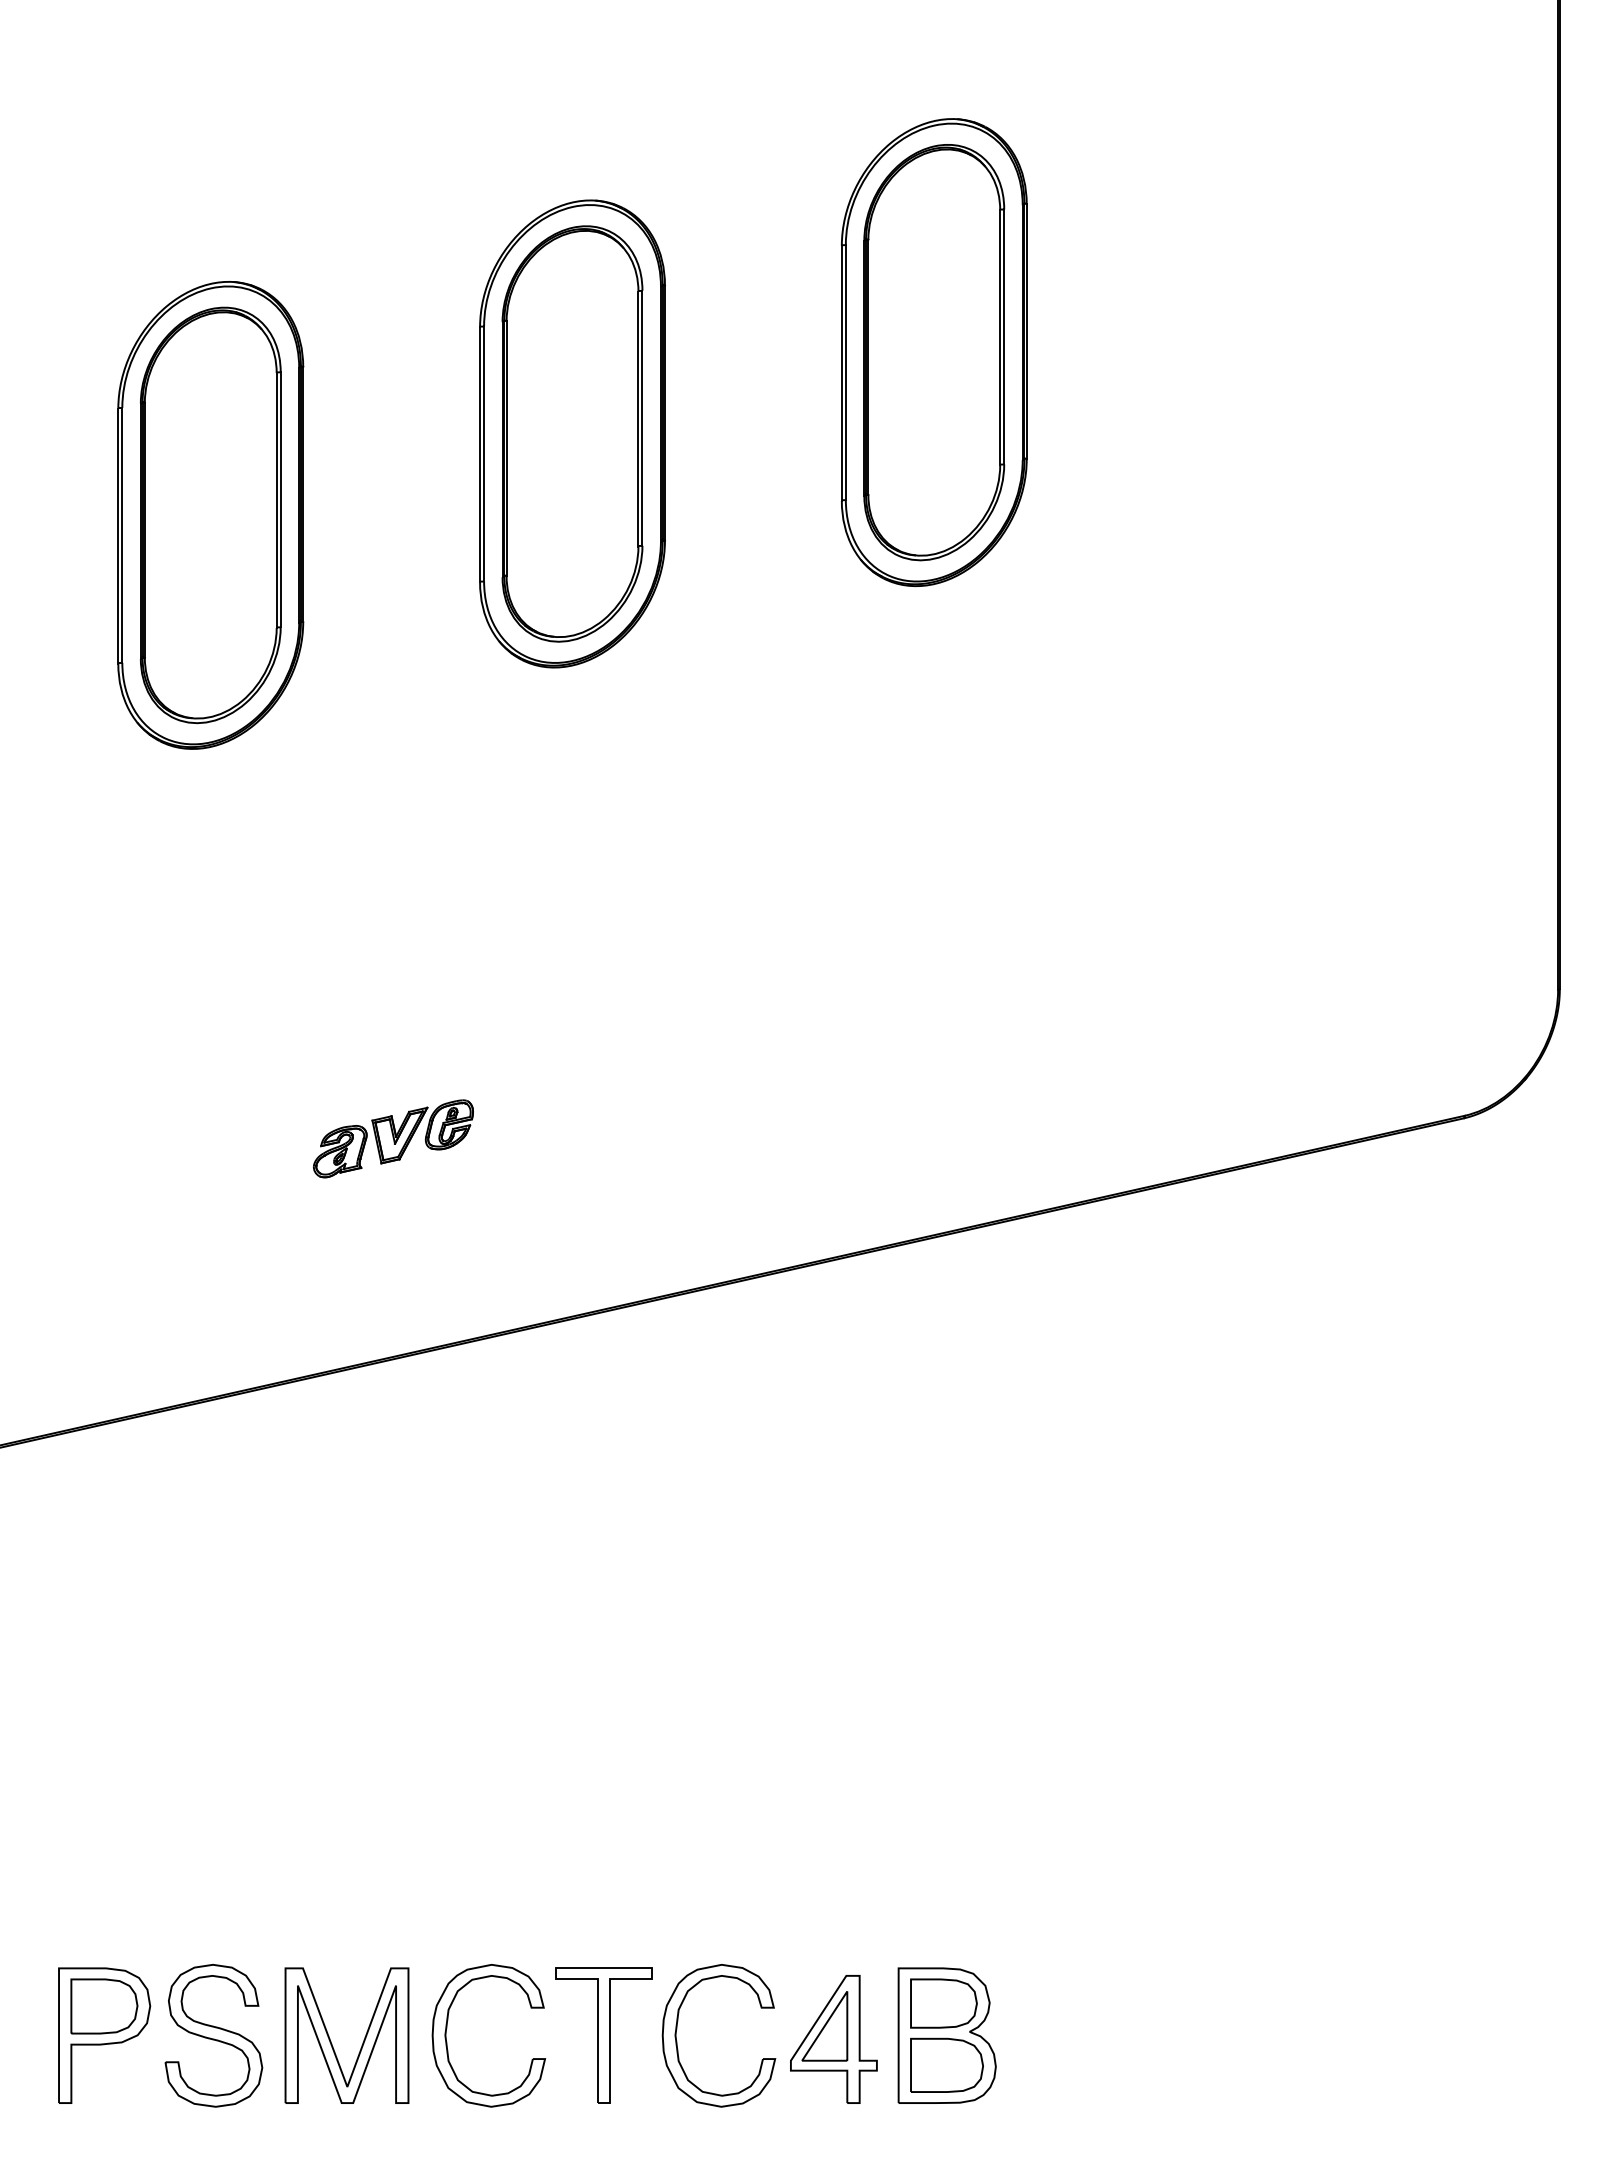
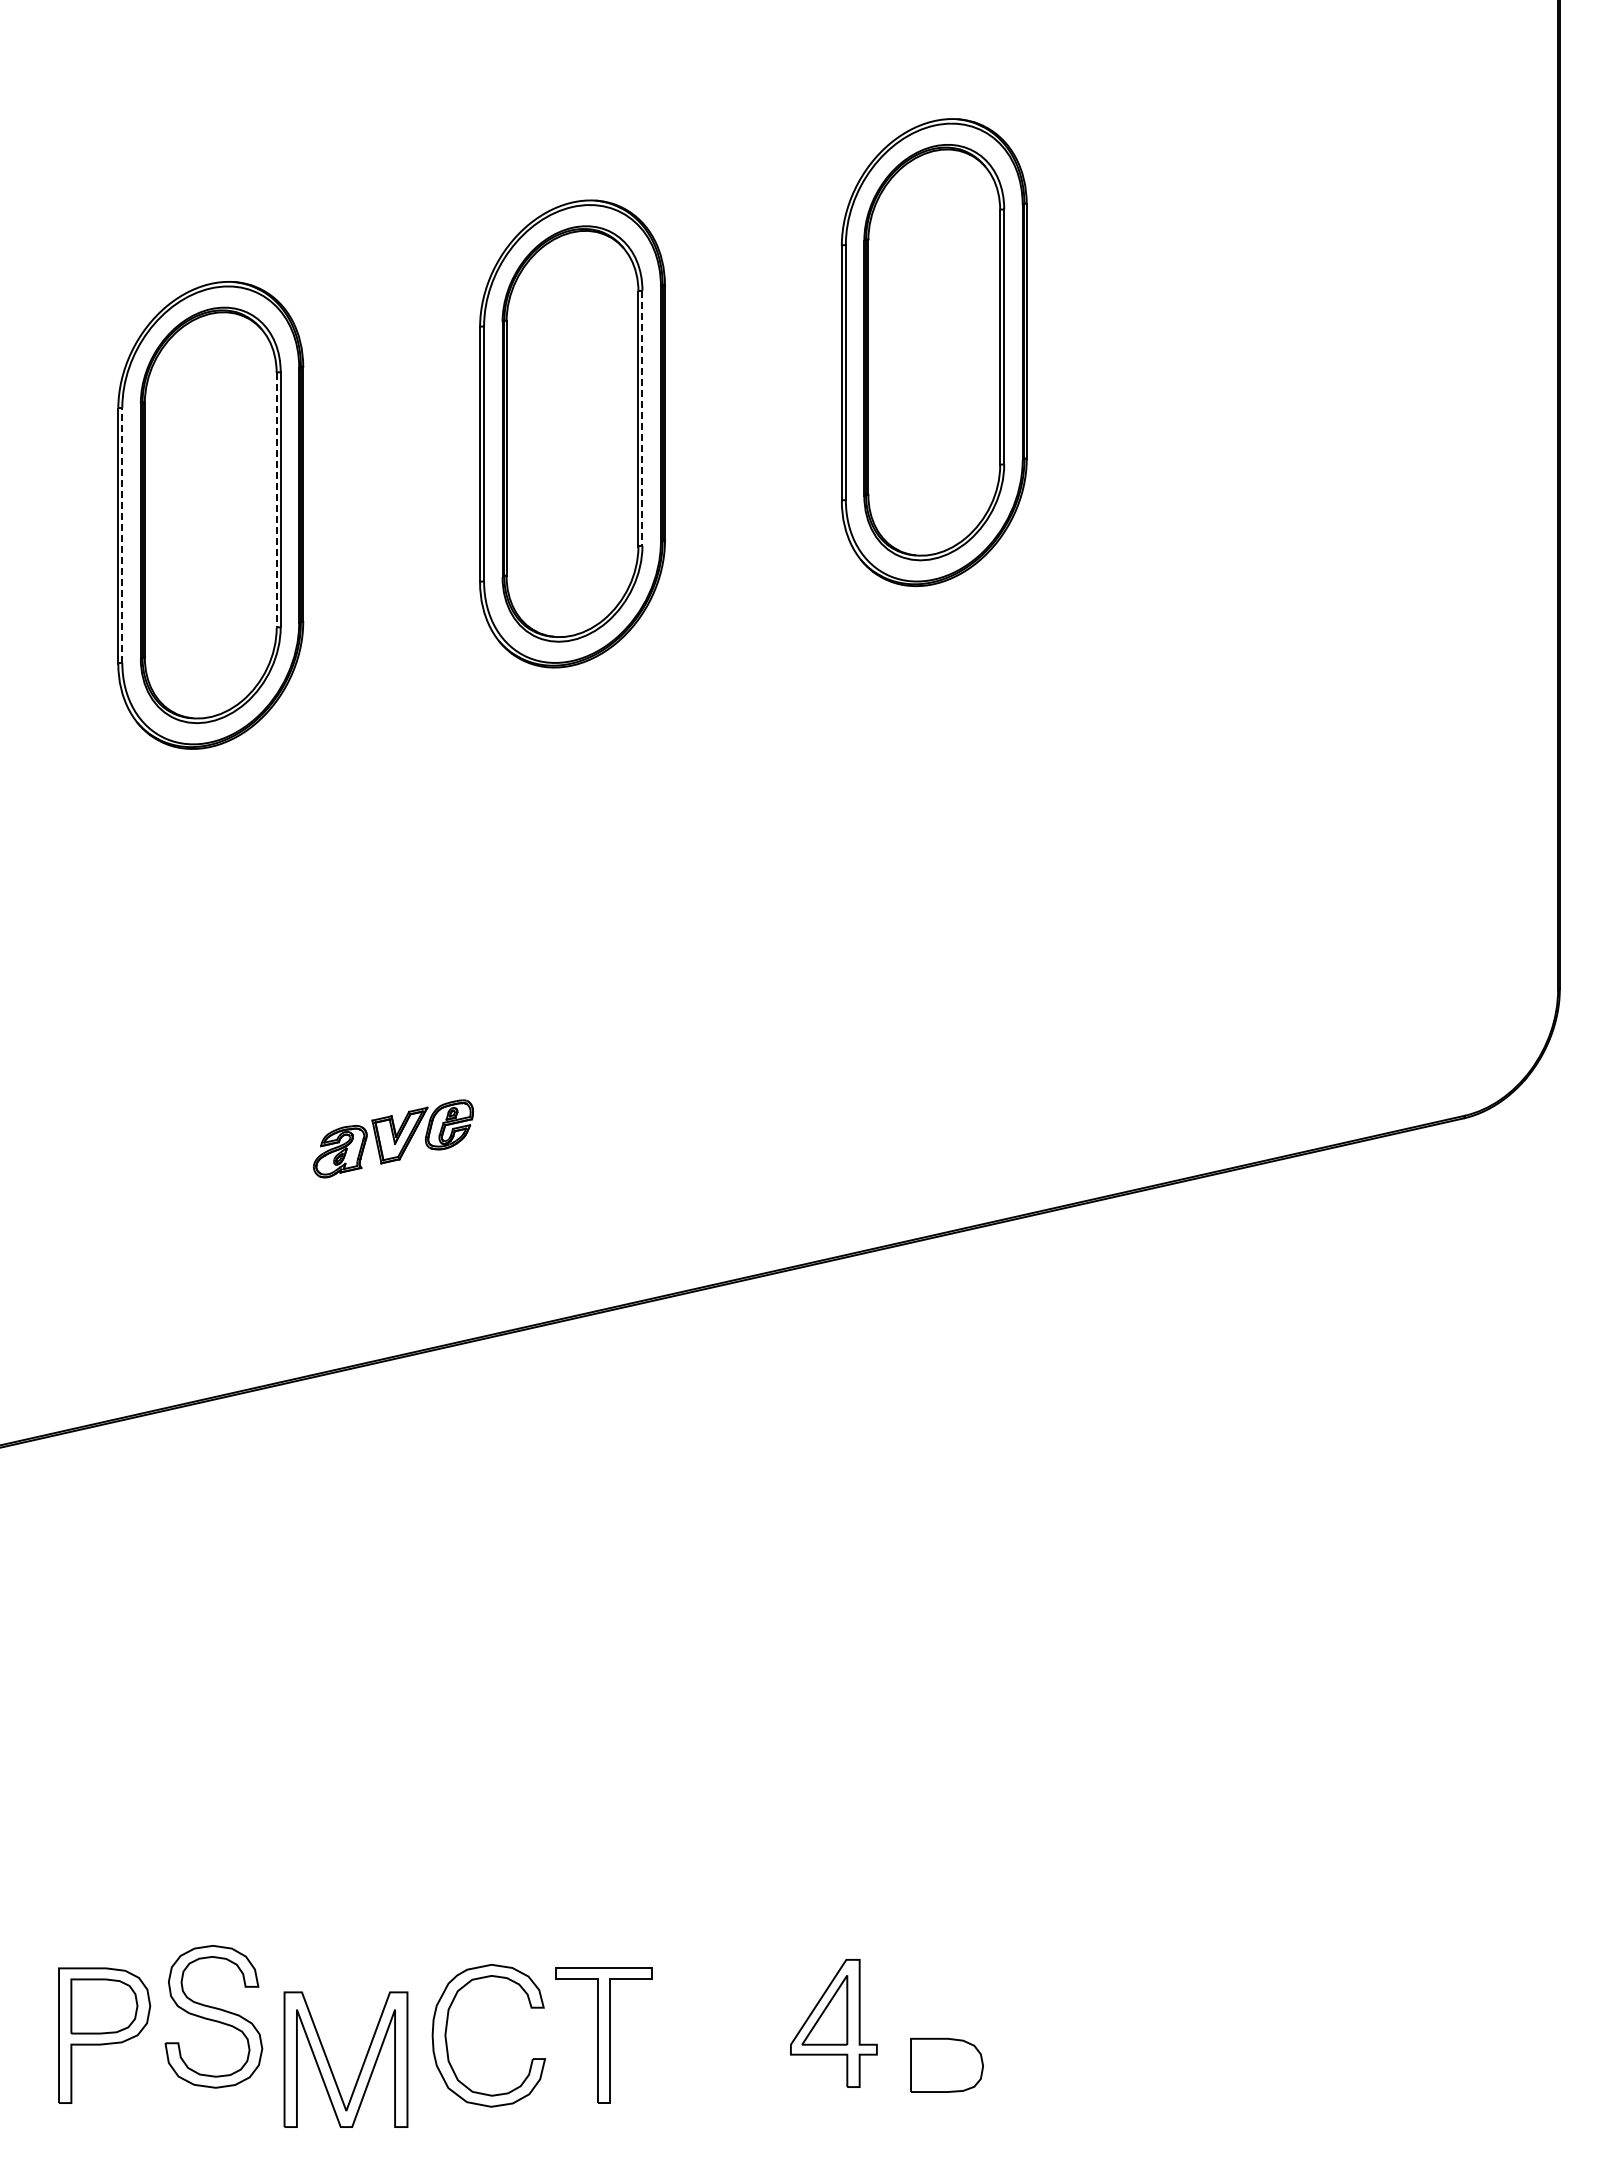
line at (642, 418): solid -> dashed
line at (276, 500): solid -> dashed
line at (122, 535): solid -> dashed
part at (677, 2029): present -> none
part at (213, 2035) position: (213, 2035) -> (213, 2016)
part at (946, 2035): present -> none
part at (833, 2039) position: (833, 2039) -> (833, 2023)
part at (332, 2043) position: (332, 2043) -> (331, 2067)
